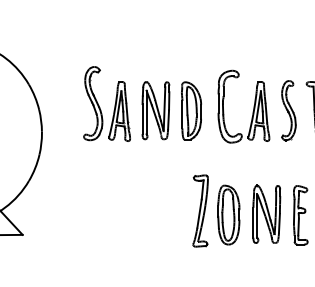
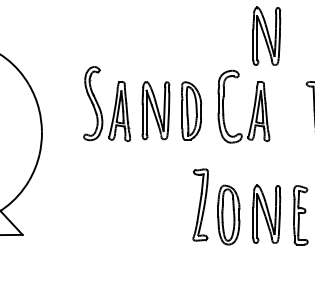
part at (266, 35): none -> present
part at (288, 110): present -> none
part at (200, 210) position: (200, 210) -> (200, 204)
